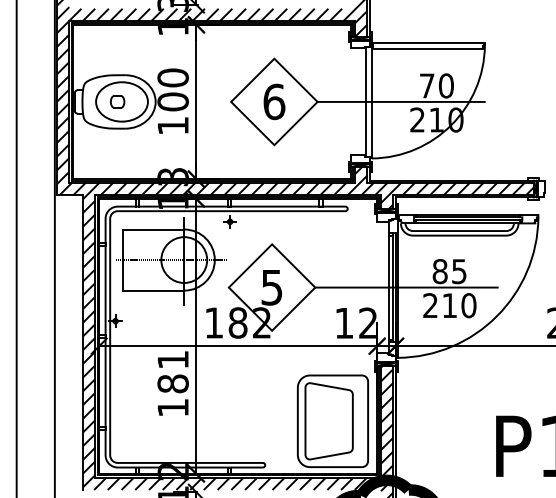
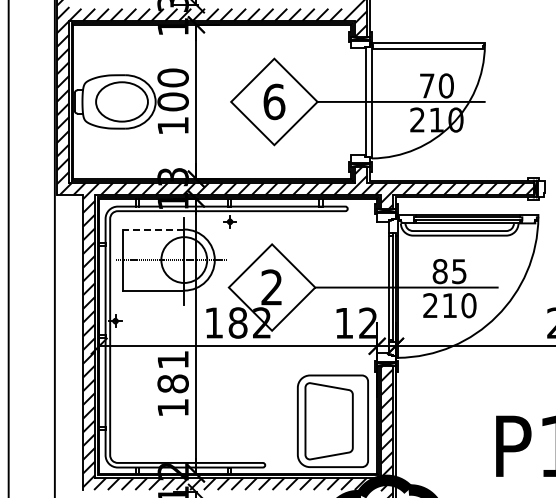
part at (117, 101): present -> none
line at (153, 229): solid -> dashed
line at (16, 248) position: (16, 248) -> (8, 248)
text at (271, 287): 5 -> 2
